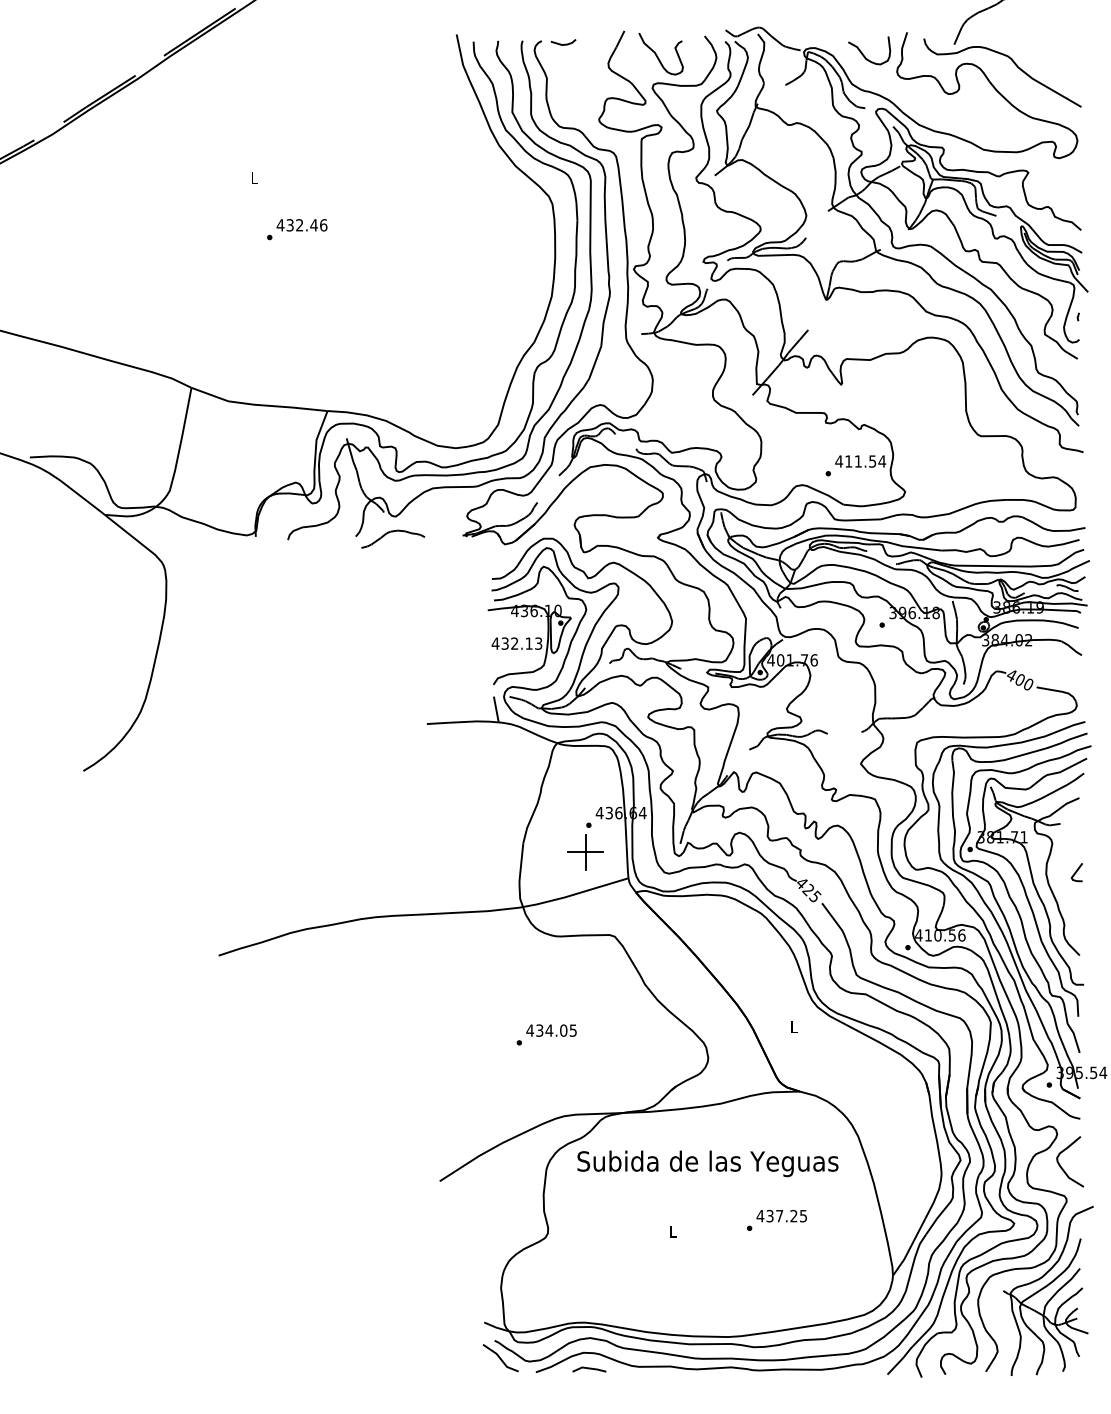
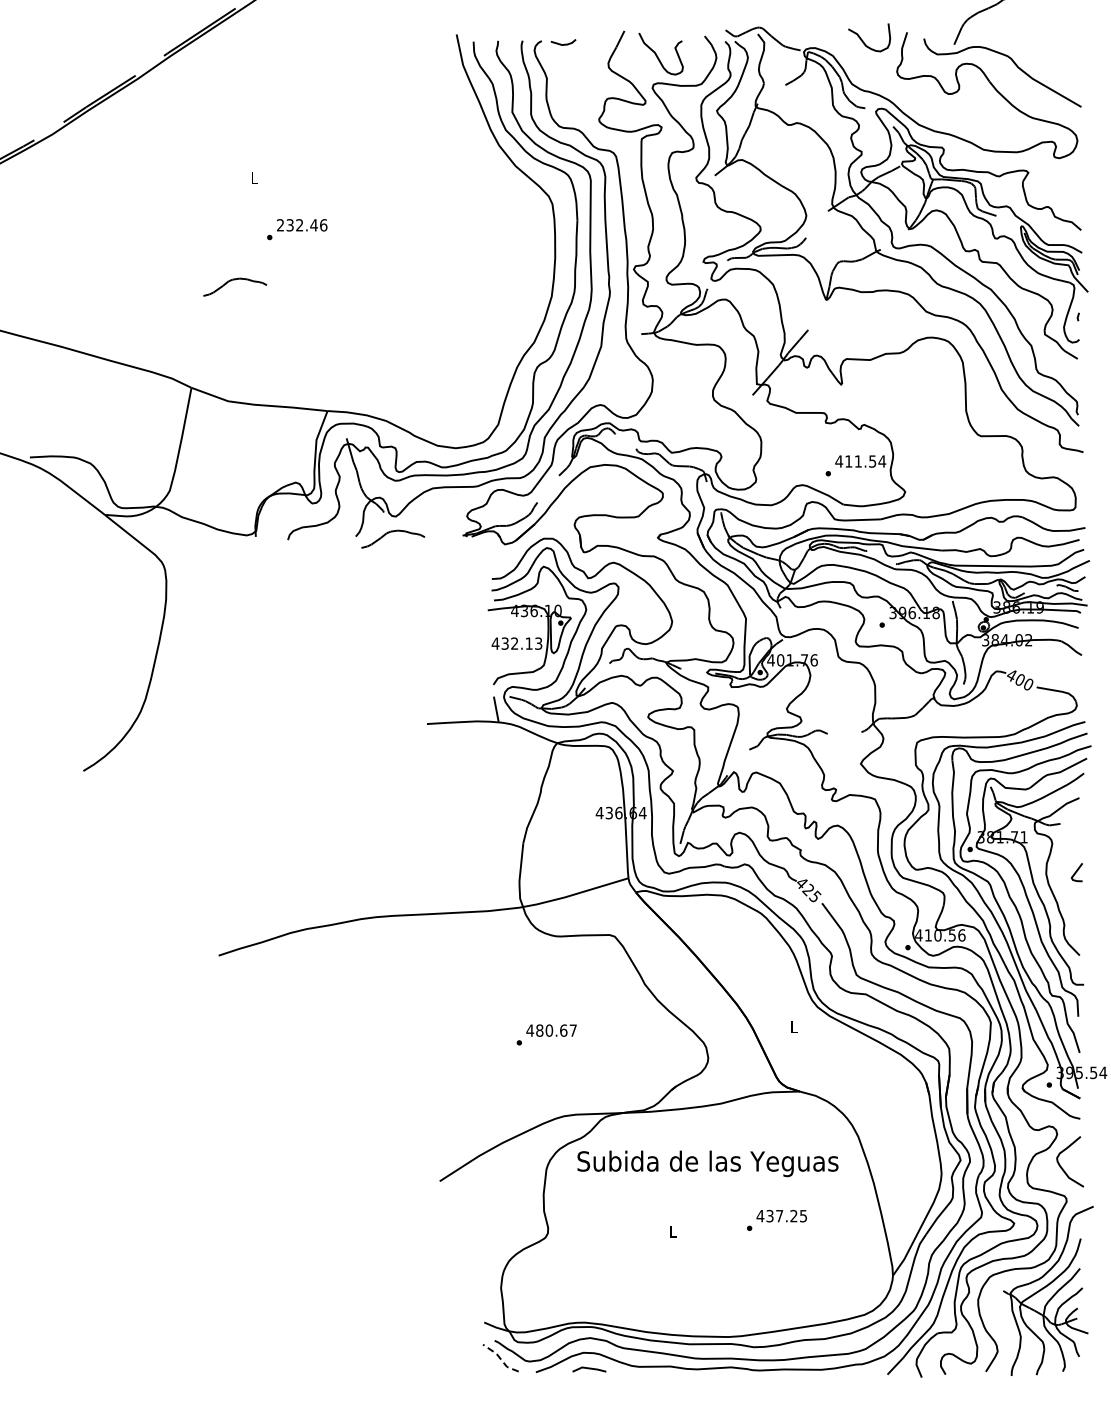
curve at (863, 53) position: (863, 53) -> (863, 40)
text at (280, 225): 432.46 -> 232.46
part at (235, 286): none -> present
part at (585, 846): present -> none
text at (556, 1030): 434.05 -> 480.67
line at (500, 1358): solid -> dashed
